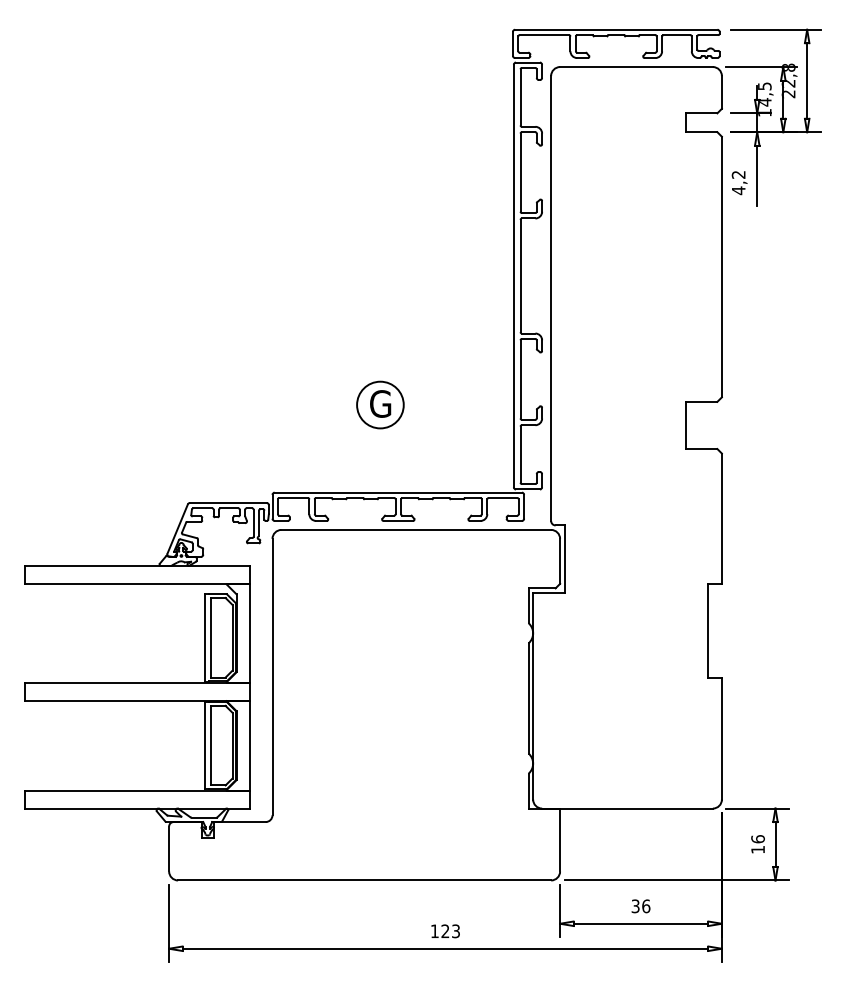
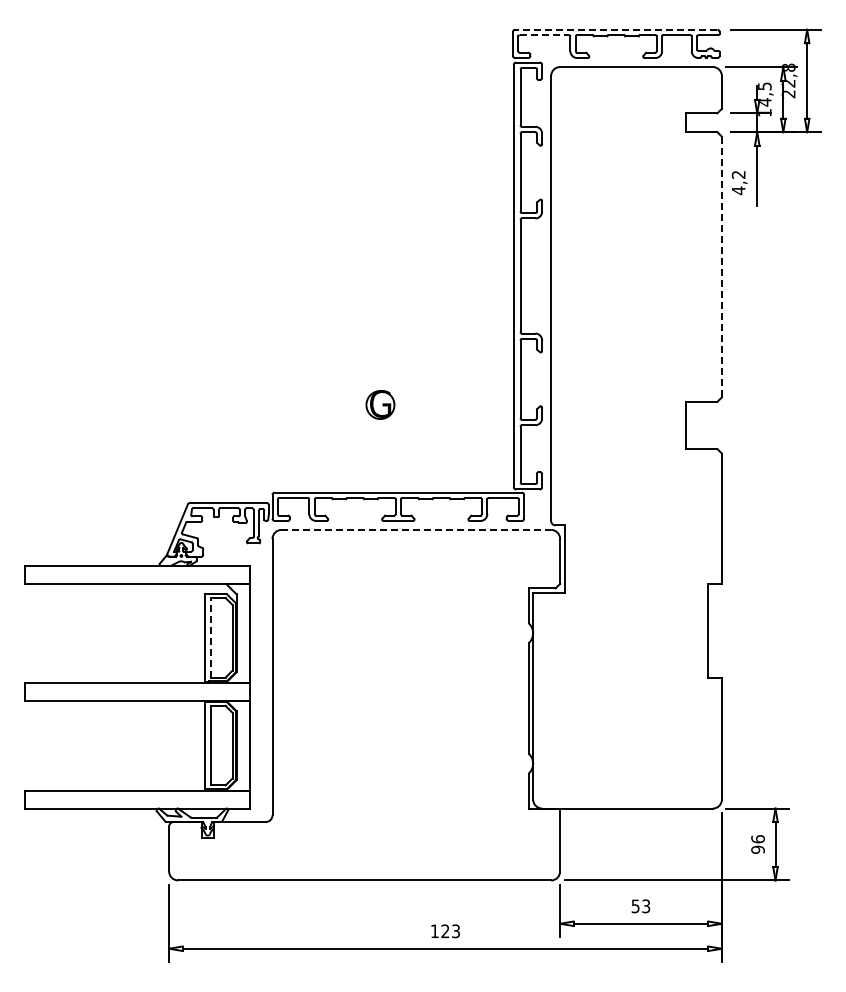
line at (615, 29): solid -> dashed
line at (544, 35): solid -> dashed
line at (721, 266): solid -> dashed
circle at (380, 404) size: 49x50 px -> 31x30 px
line at (416, 529): solid -> dashed
line at (210, 637): solid -> dashed
text at (757, 849): 16 -> 96
text at (641, 906): 36 -> 53
